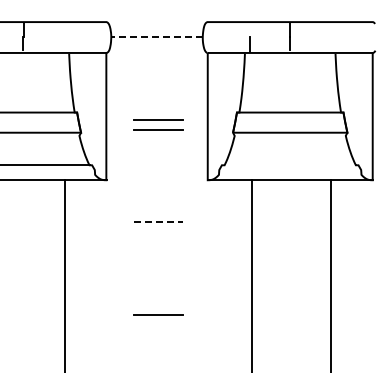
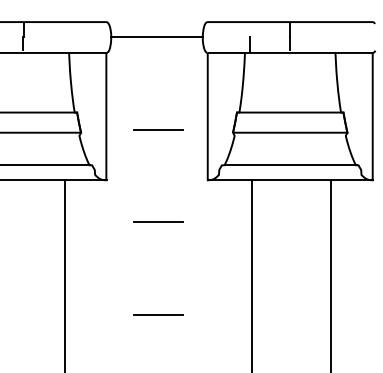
line at (156, 37): dashed -> solid
line at (158, 119): present -> none
line at (290, 165): none -> present
line at (158, 222): dashed -> solid
